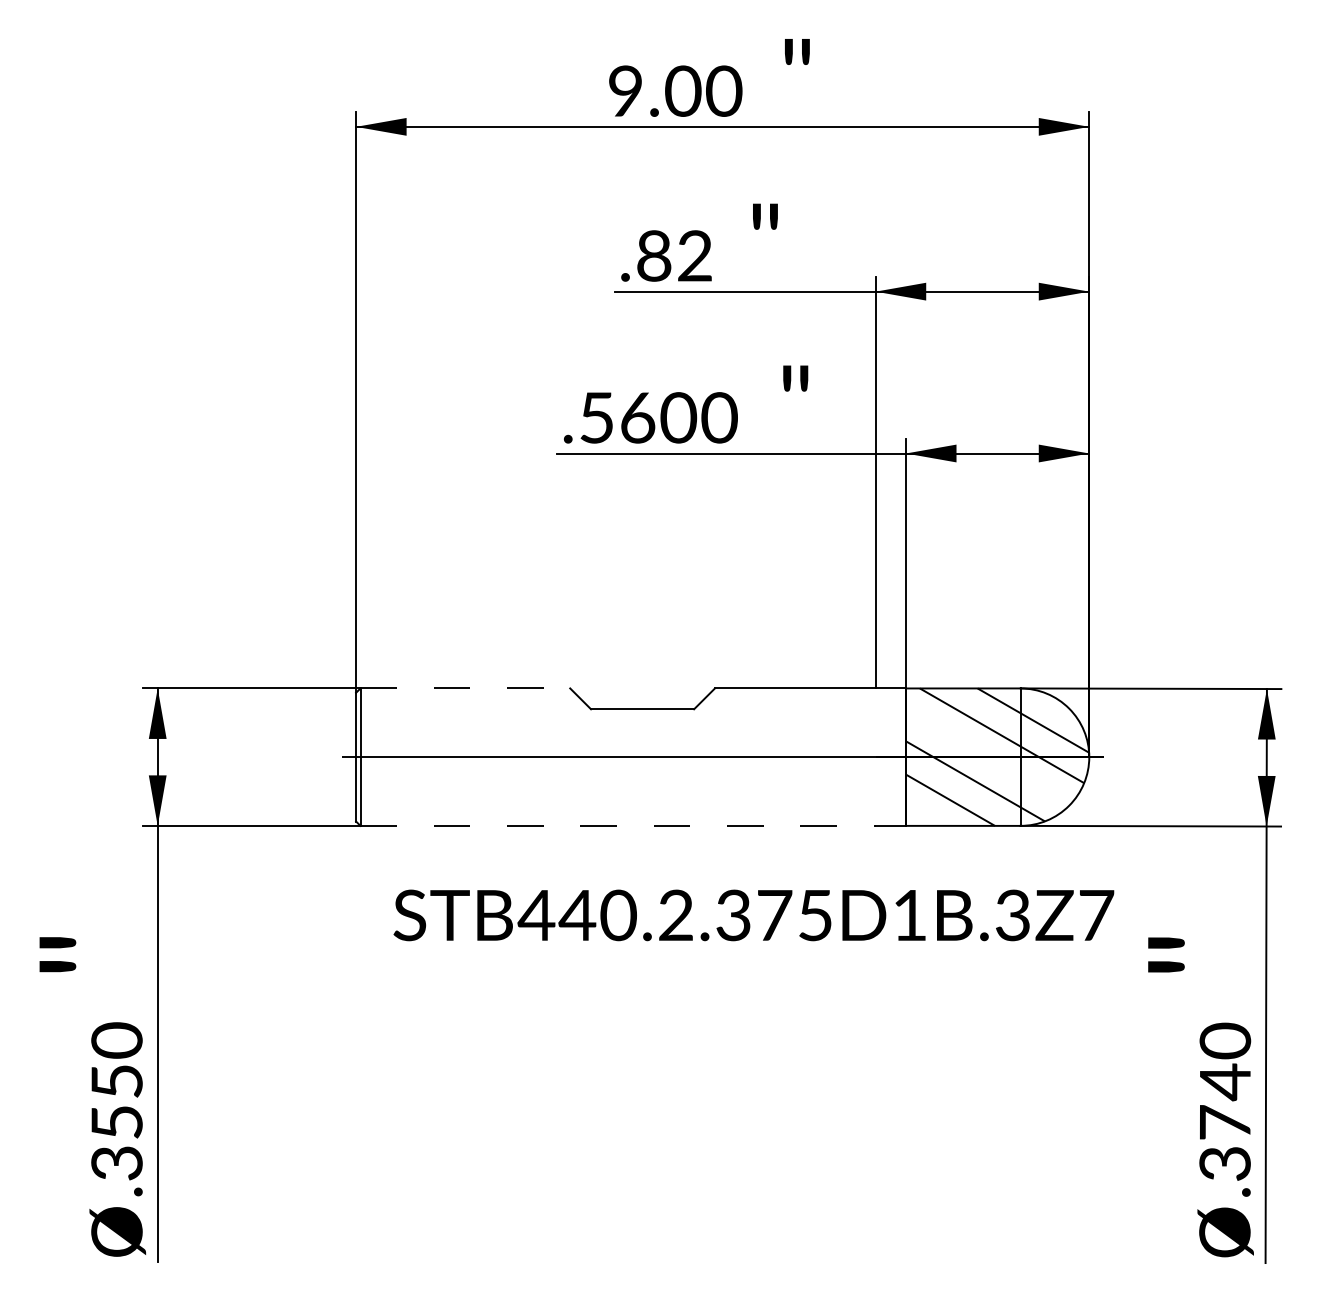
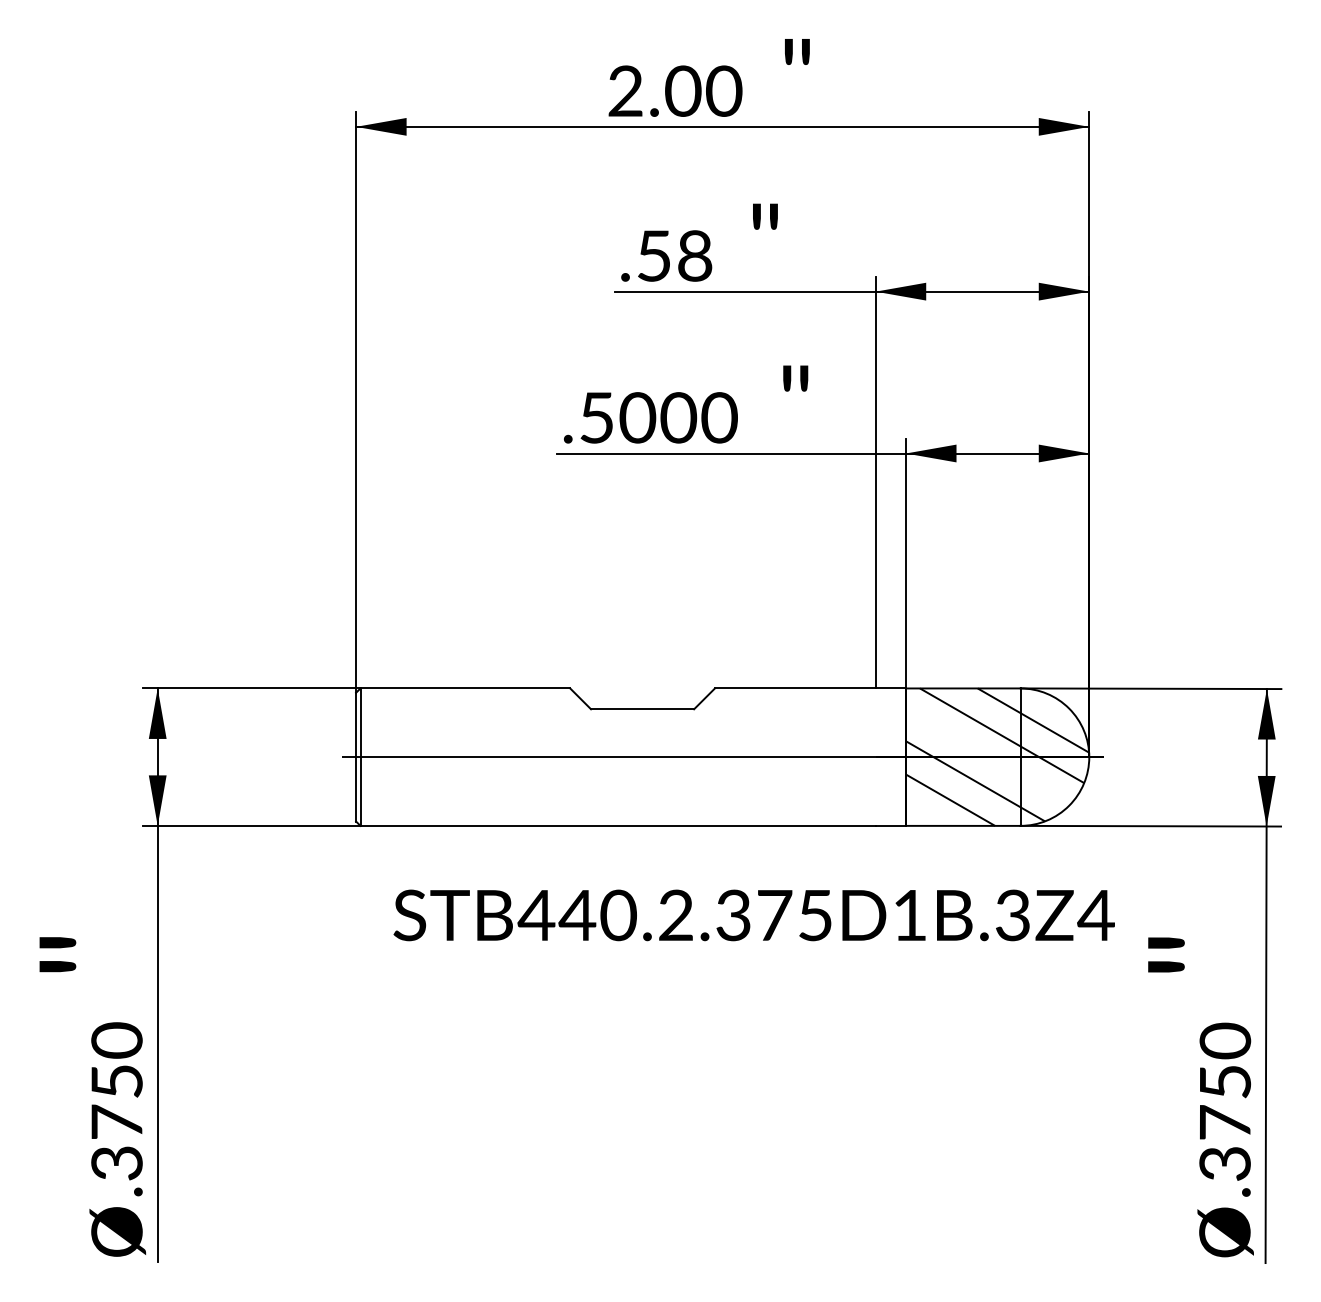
text at (625, 90): 9.00 -> 2.00
text at (674, 255): .82 -> .58
text at (637, 417): .5600 -> .5000
line at (465, 688): dashed -> solid
line at (618, 825): dashed -> solid
text at (1095, 915): STB440.2.375D1B.3Z7 -> STB440.2.375D1B.3Z4
text at (1225, 1082): .3740 -> .3750
text at (116, 1121): .3550 -> .3750
